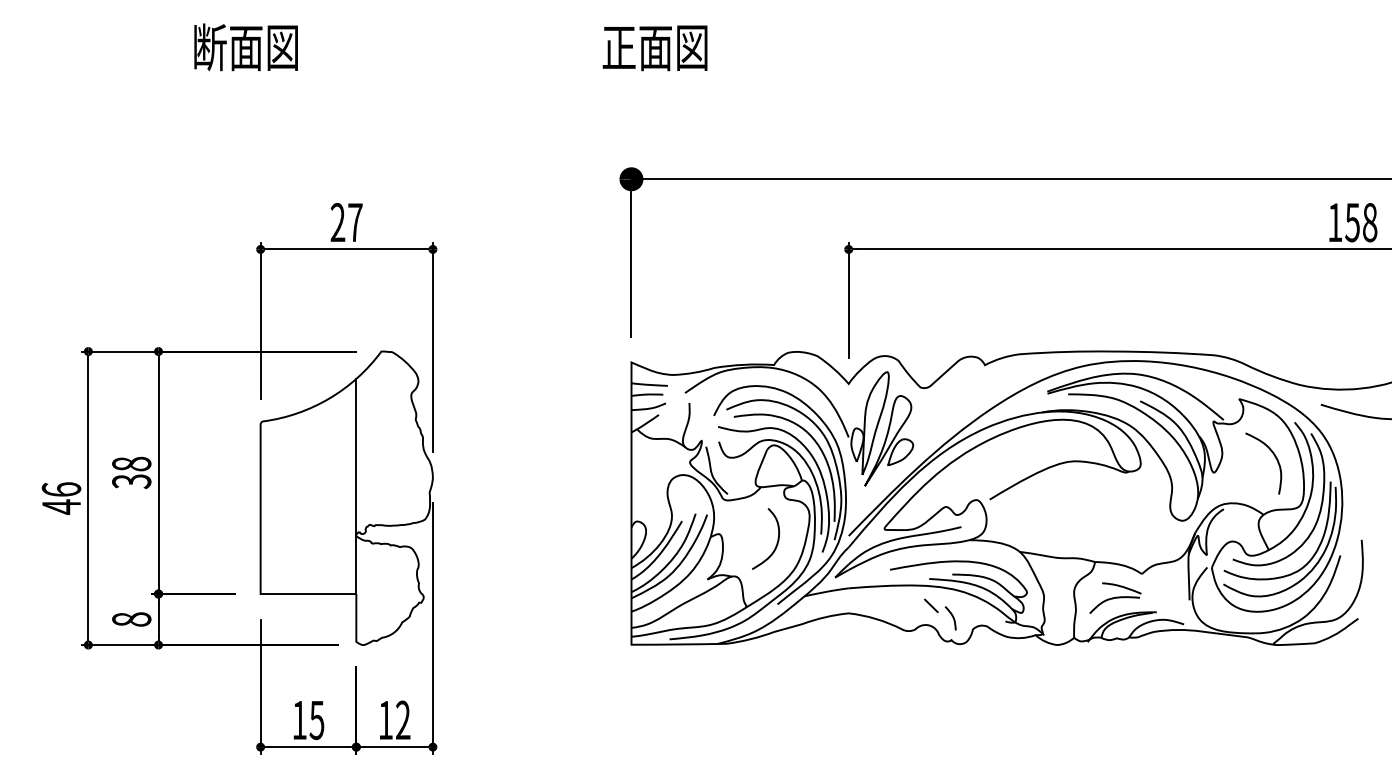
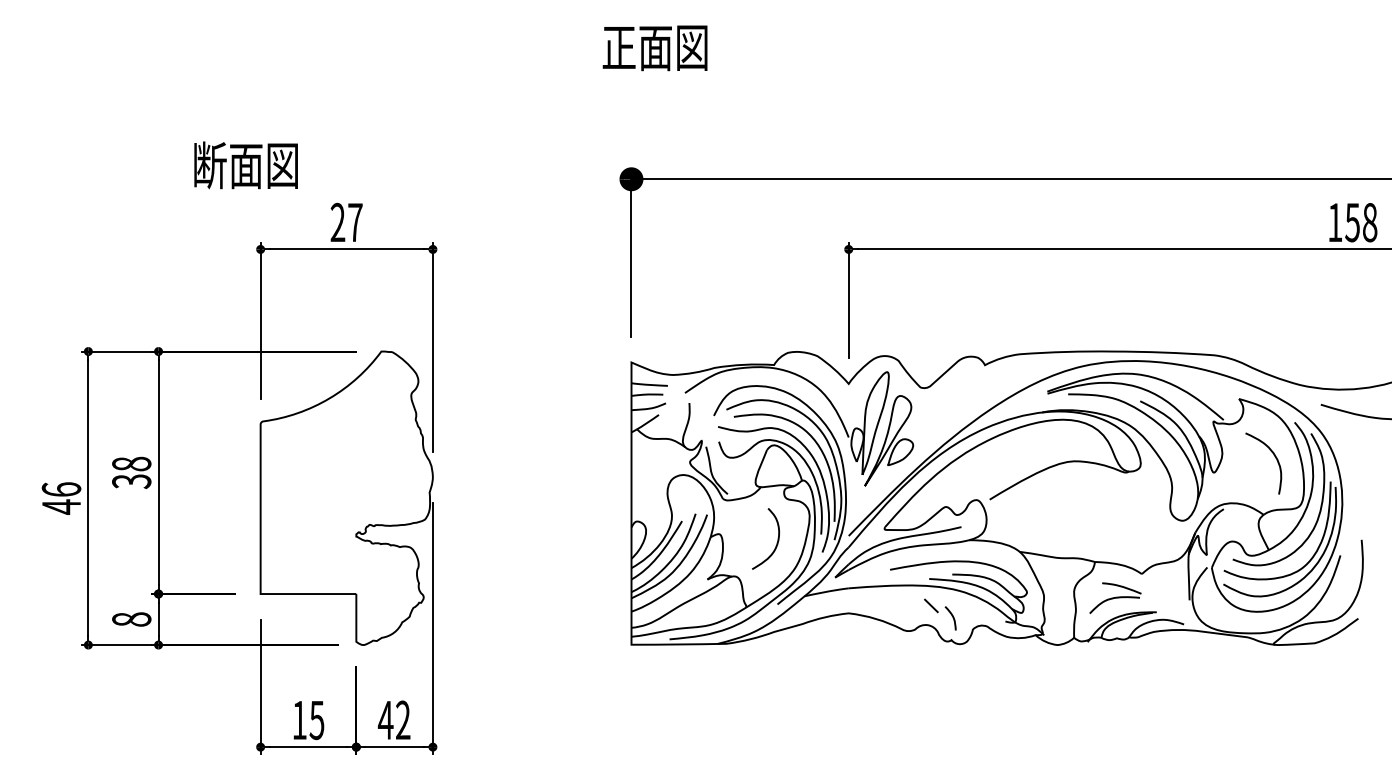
text at (245, 47) position: (245, 47) -> (245, 165)
line at (356, 486): present -> none
text at (385, 720): 12 -> 42
